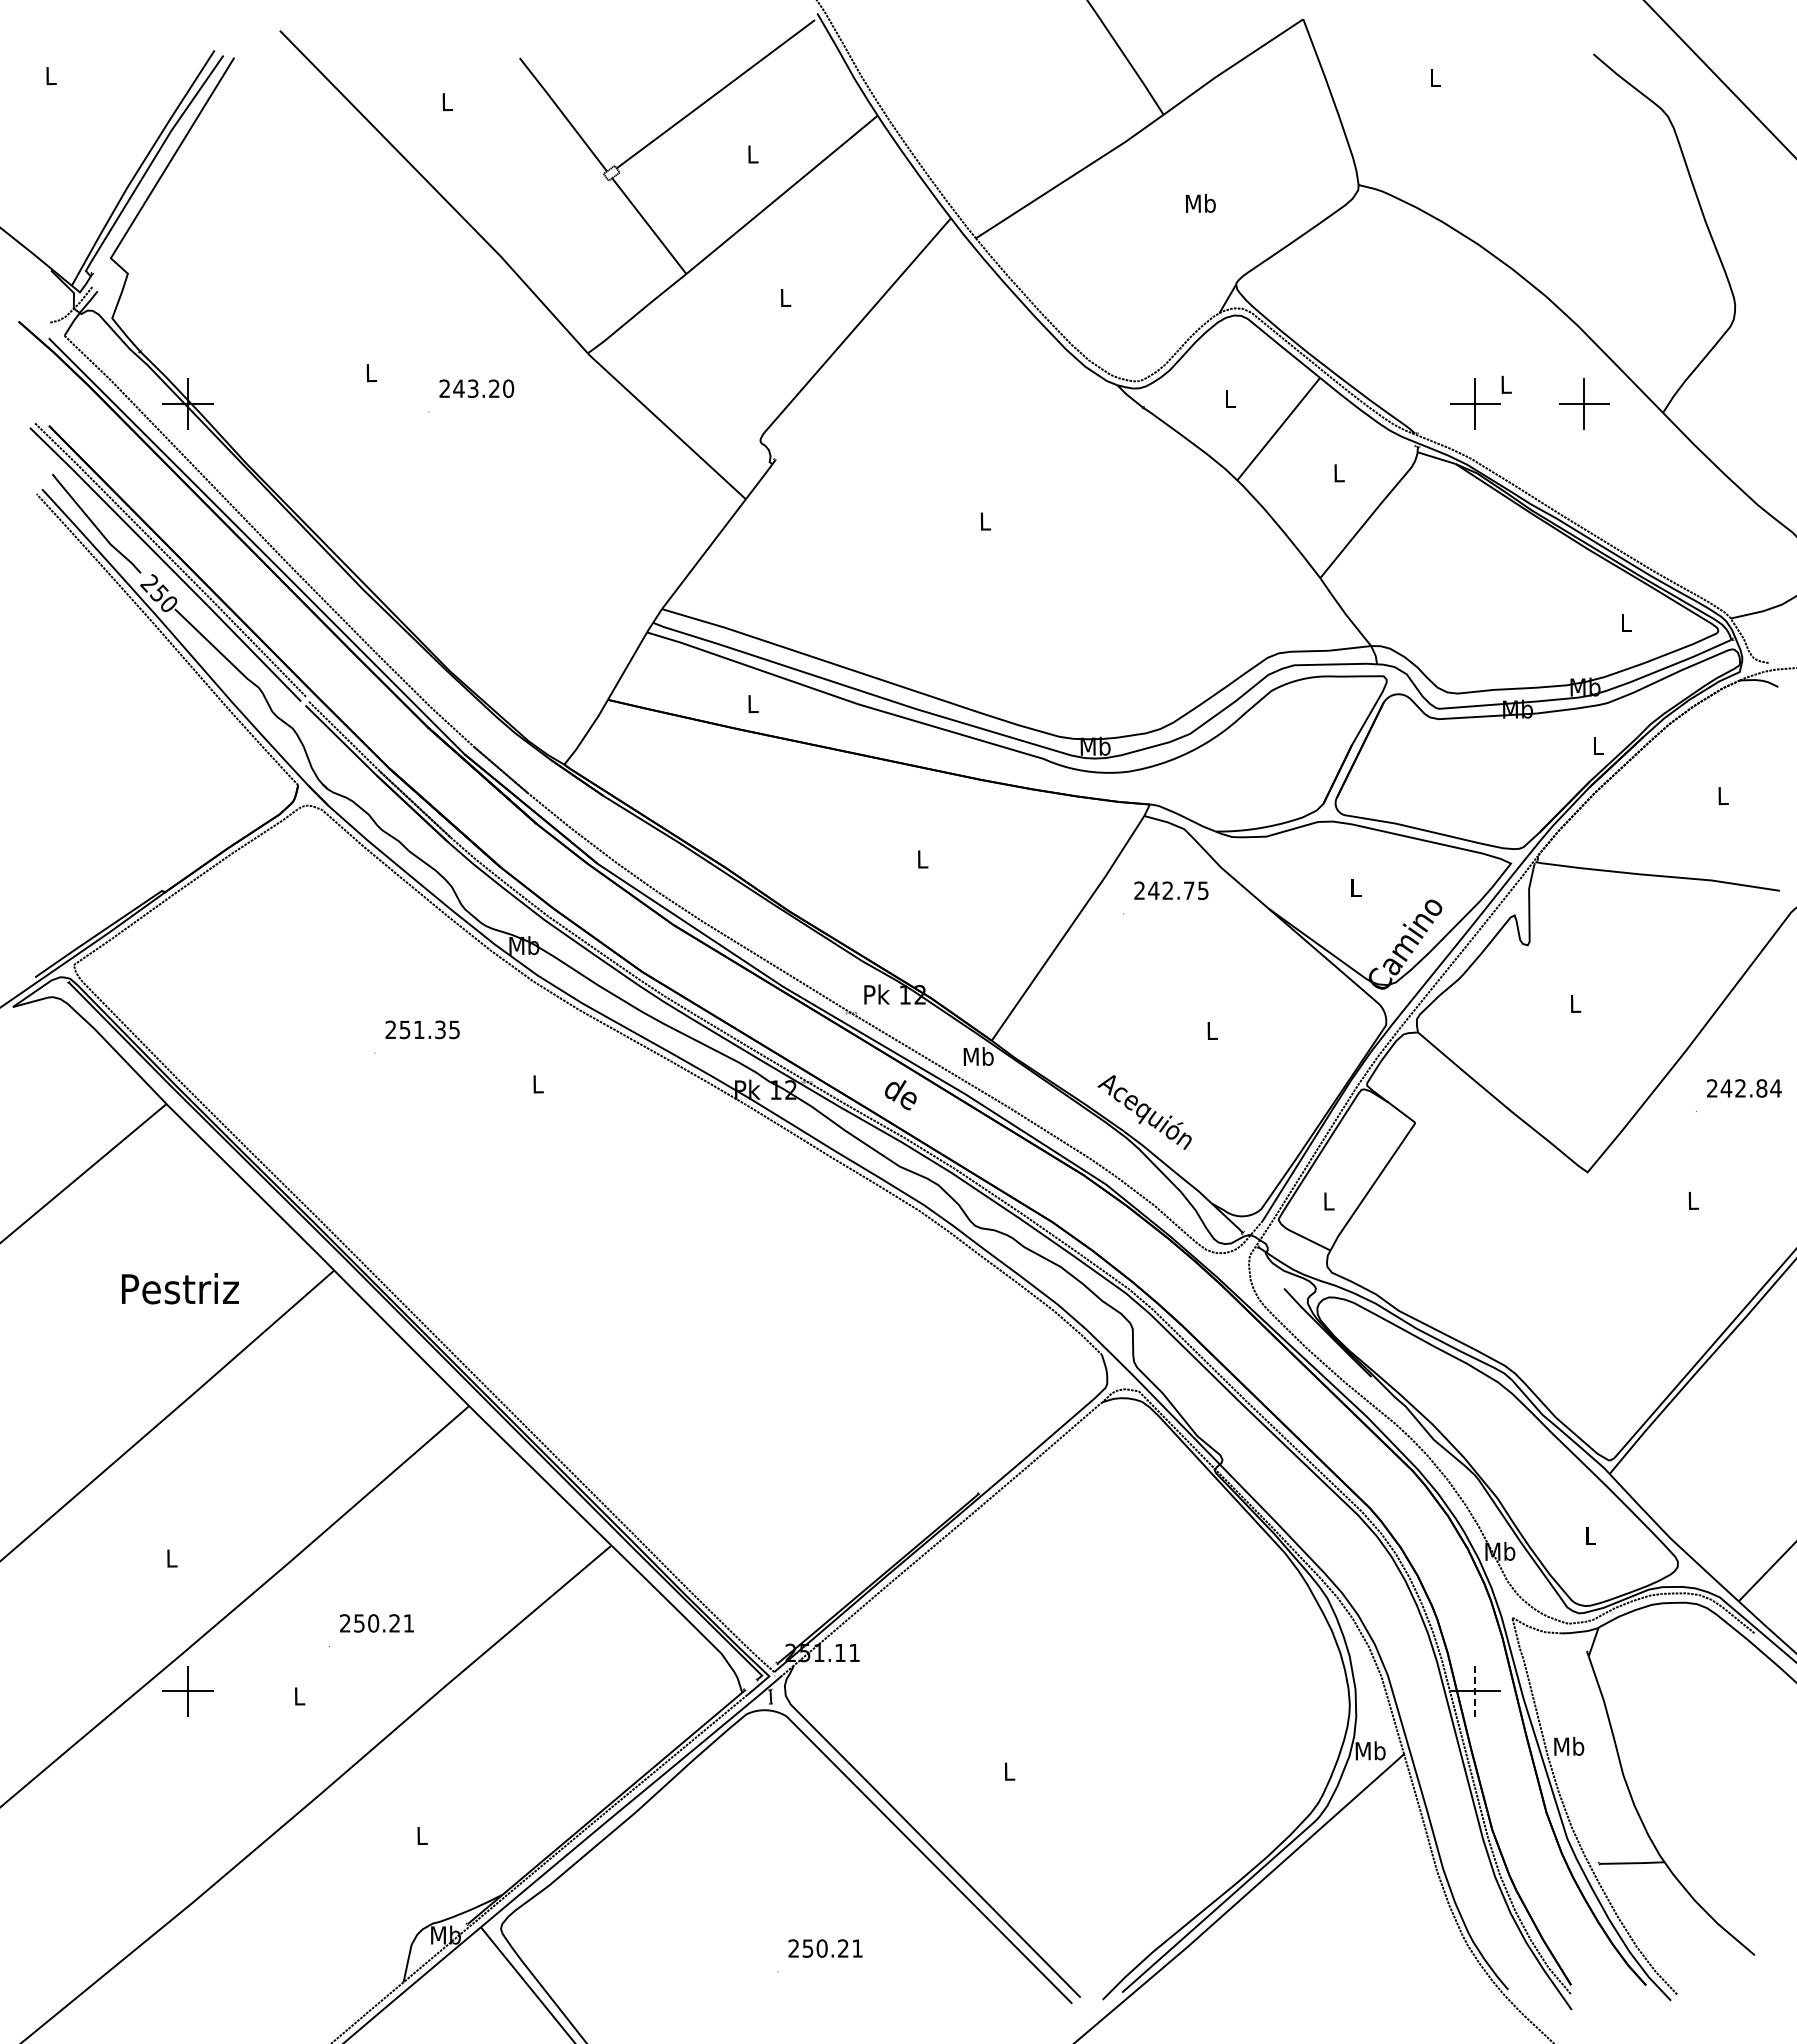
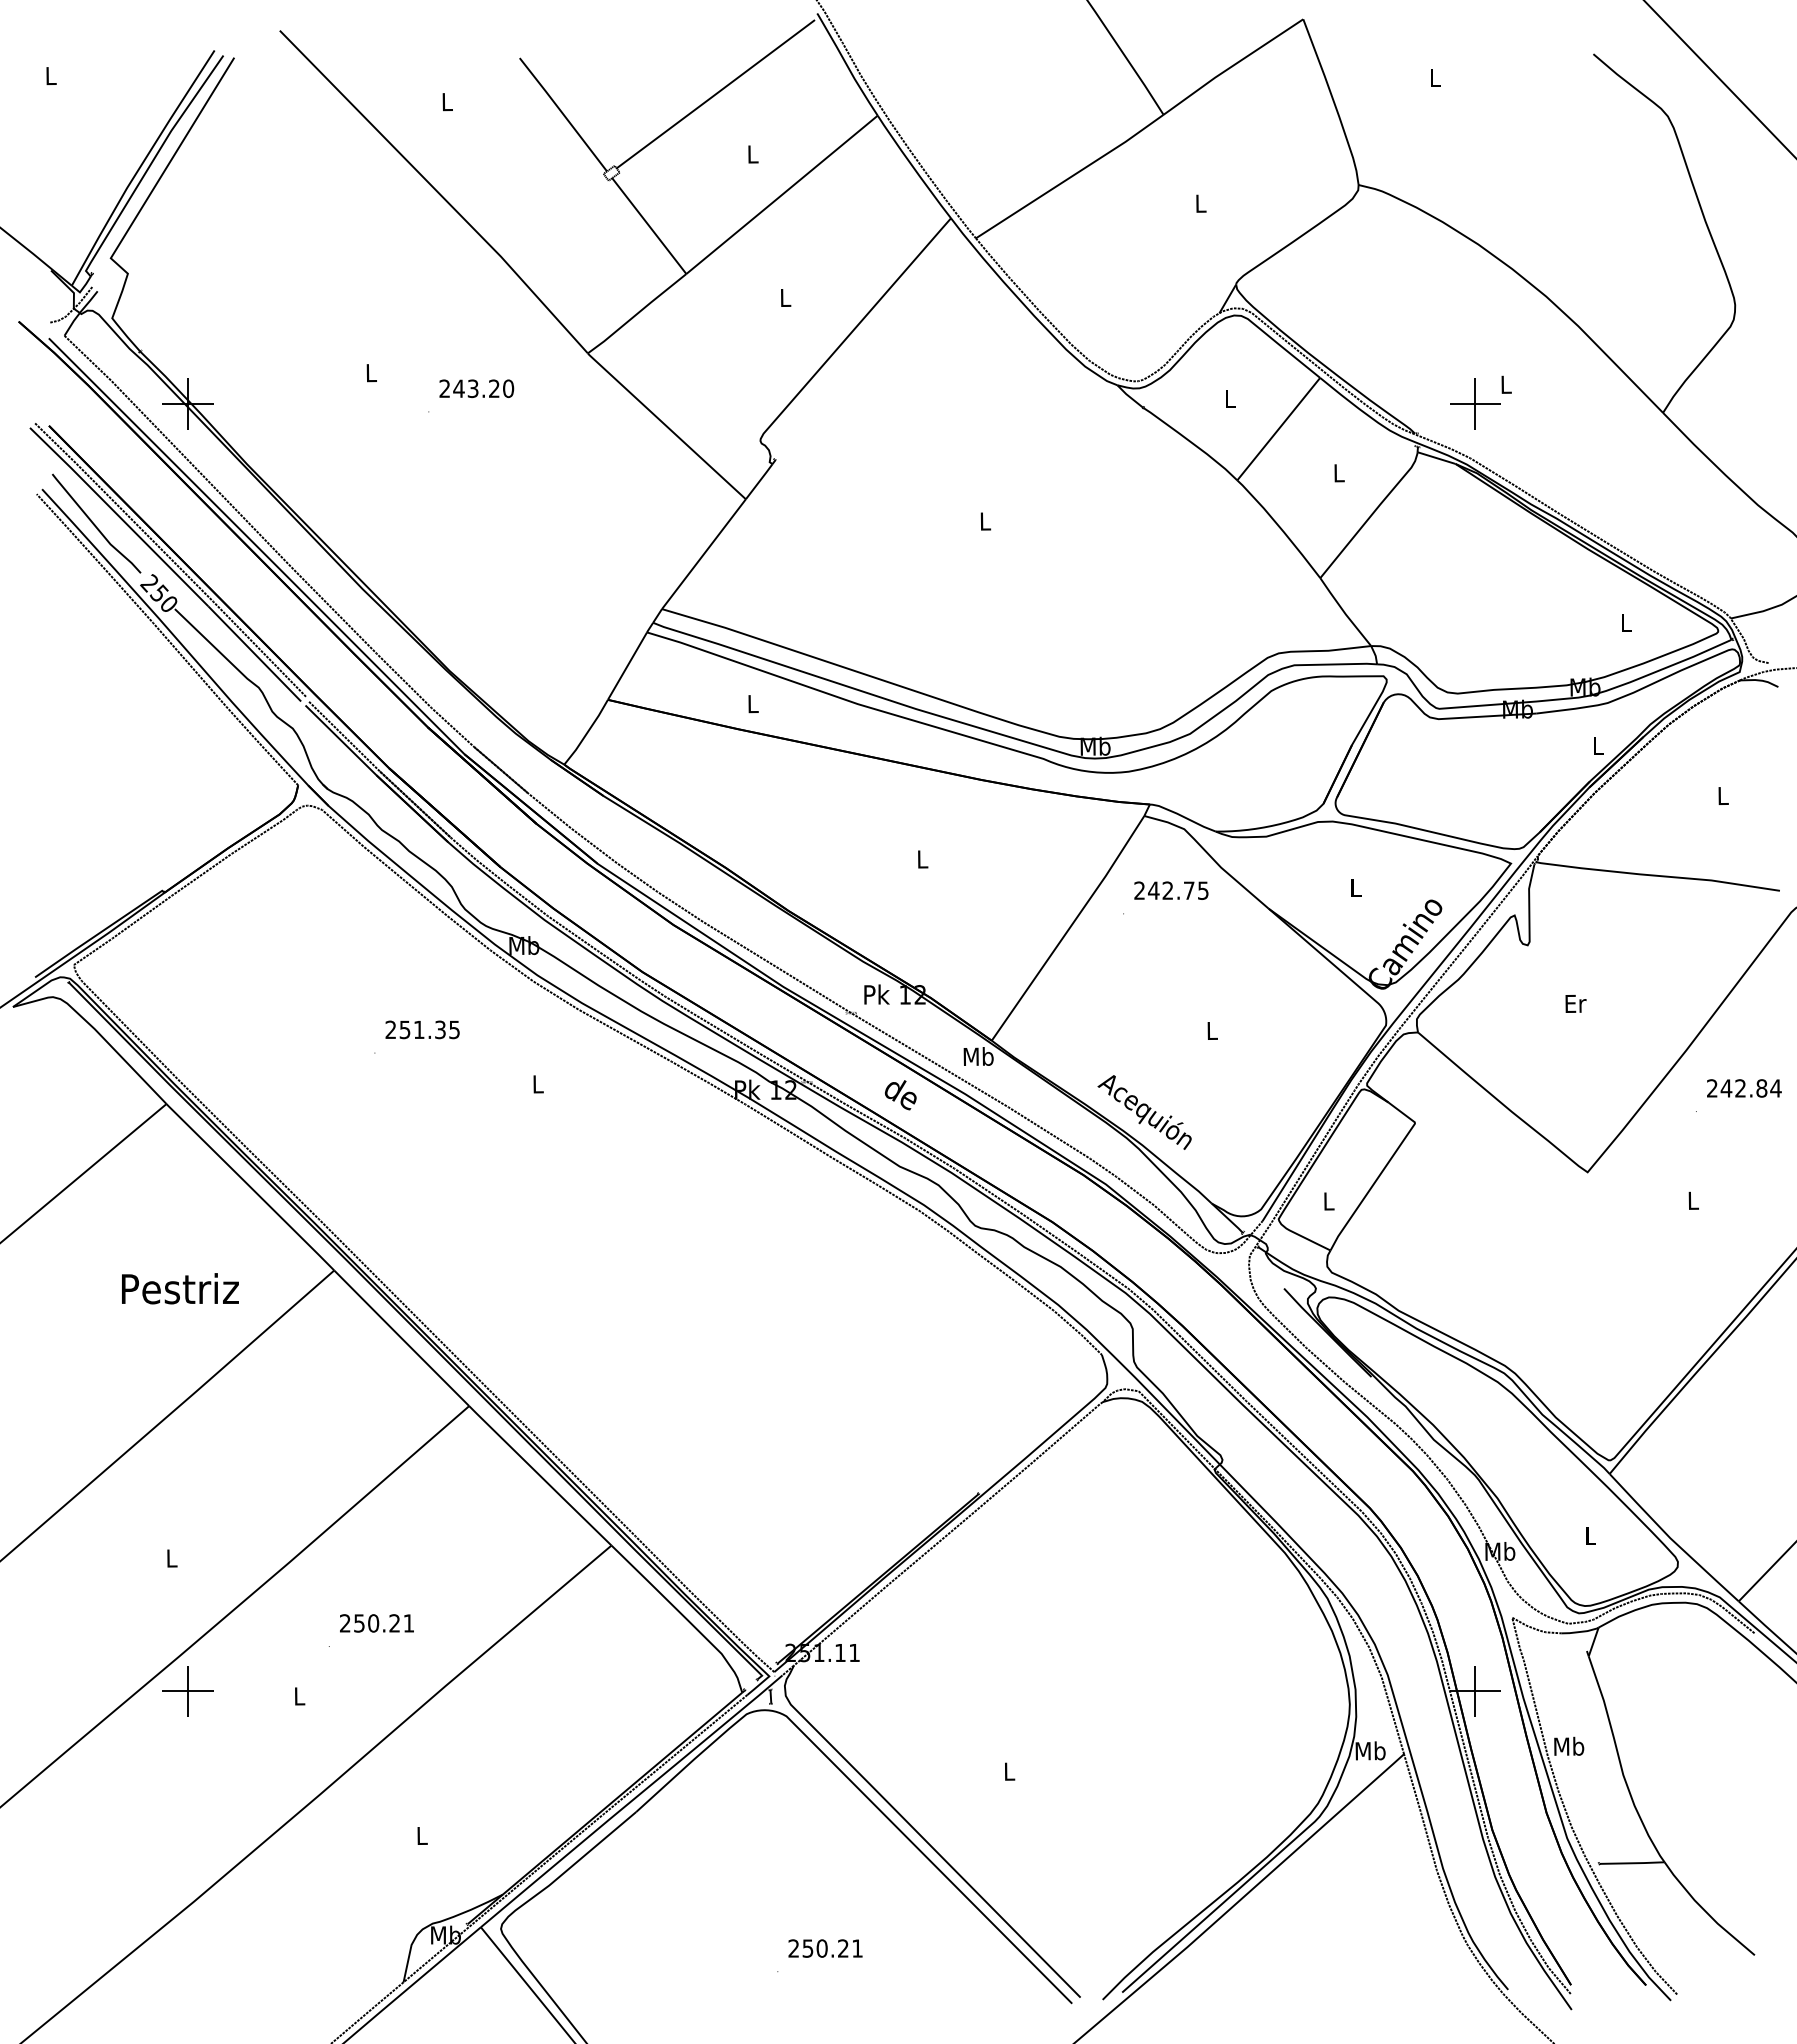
text at (1200, 203): Mb -> L
part at (1584, 403): present -> none
text at (1575, 1003): L -> Er
line at (1475, 1691): dashed -> solid
